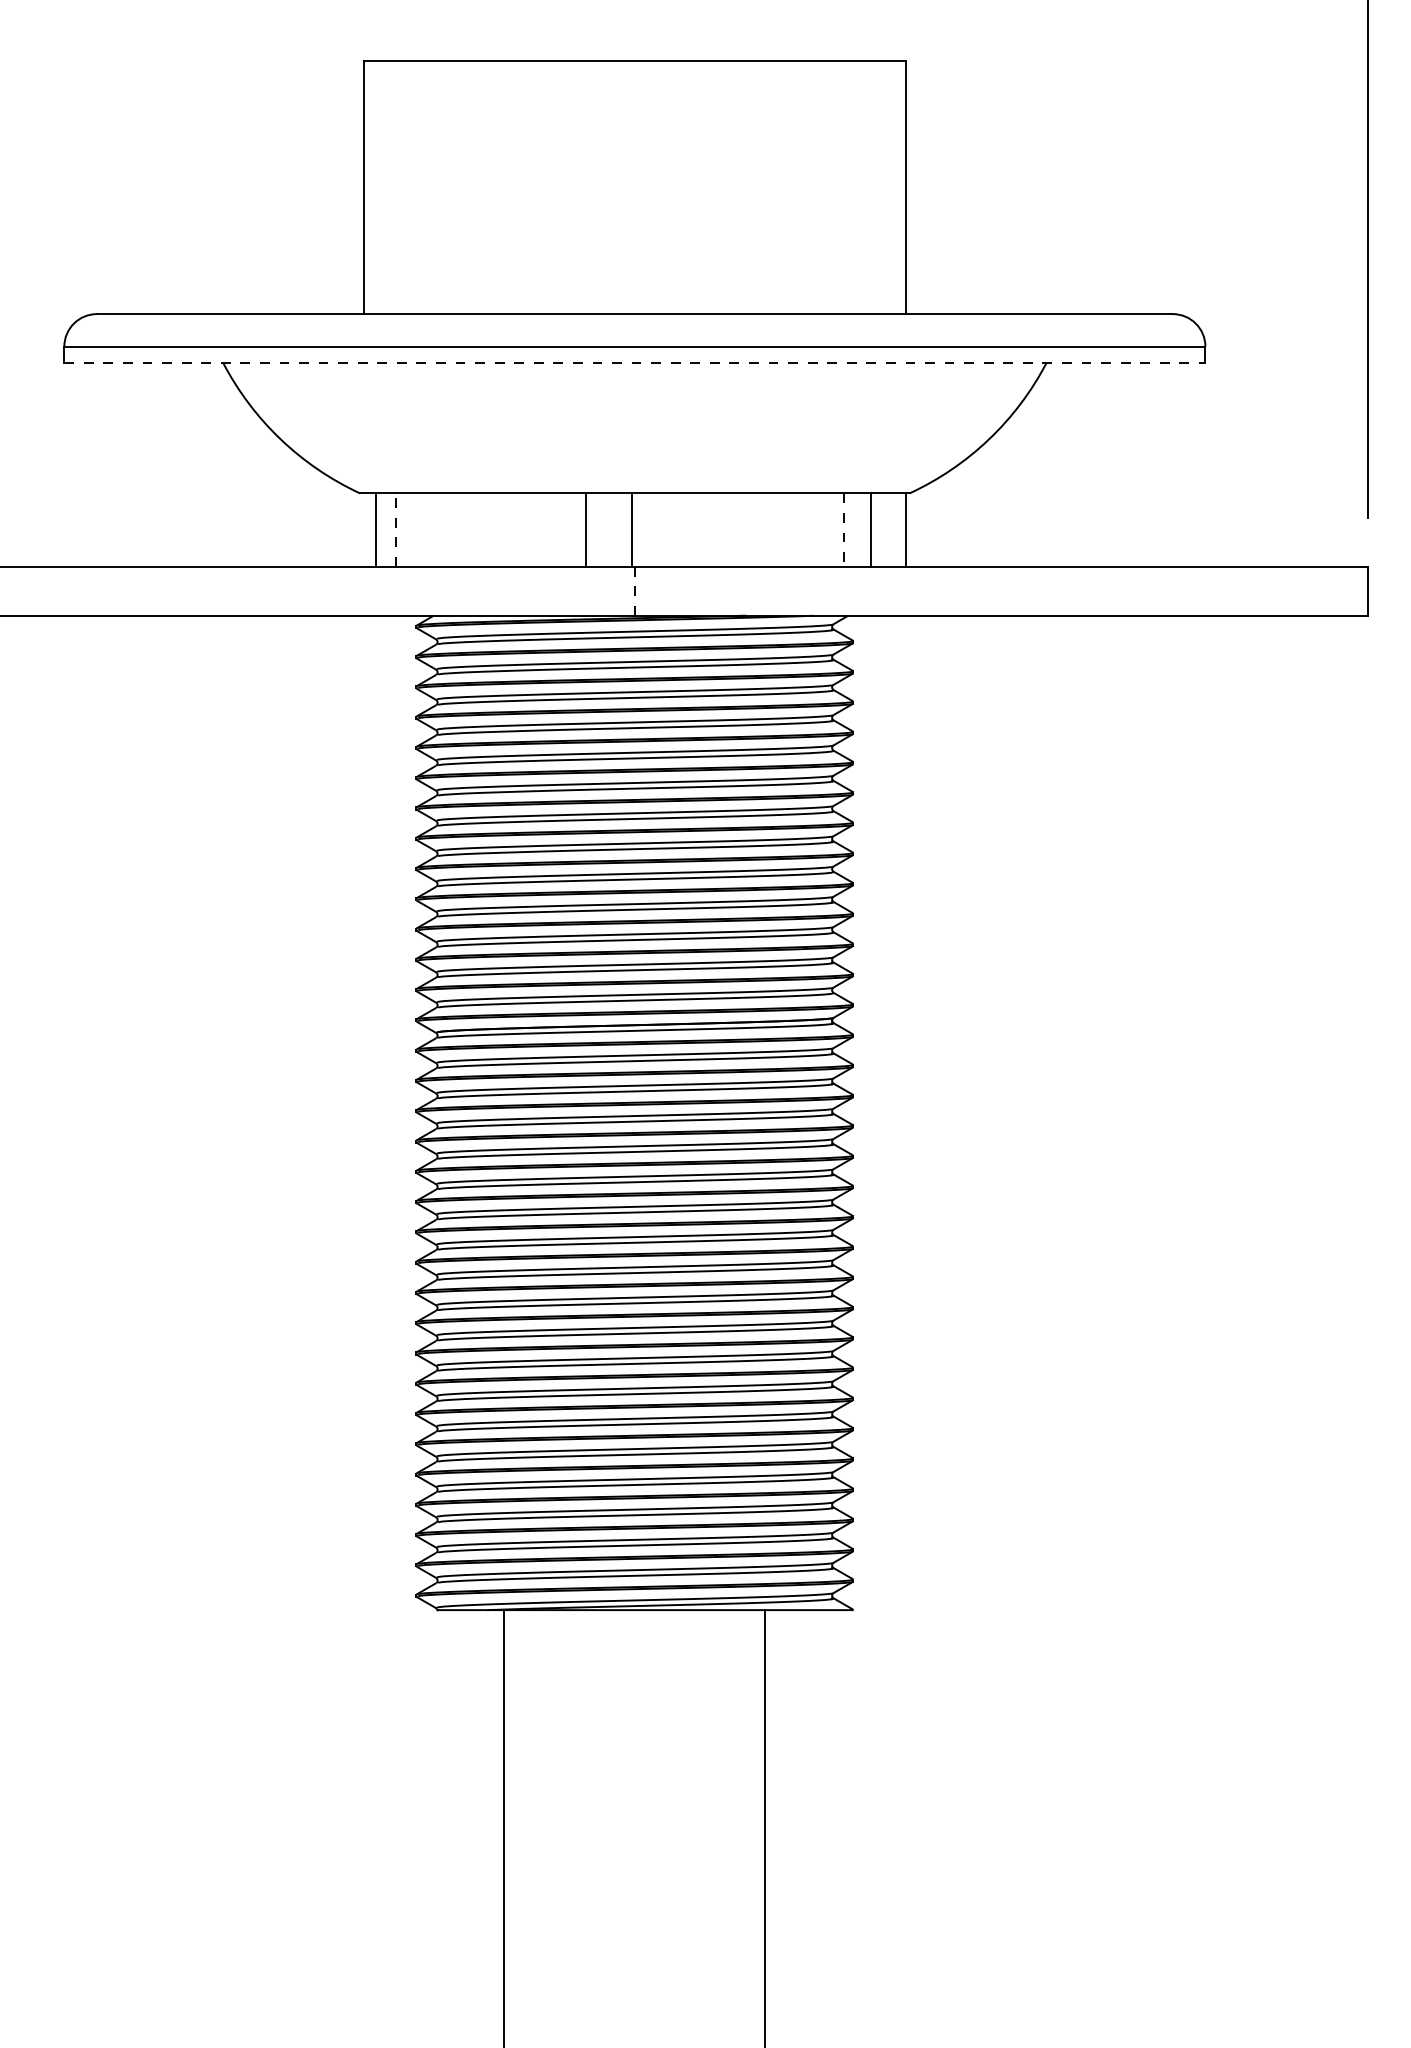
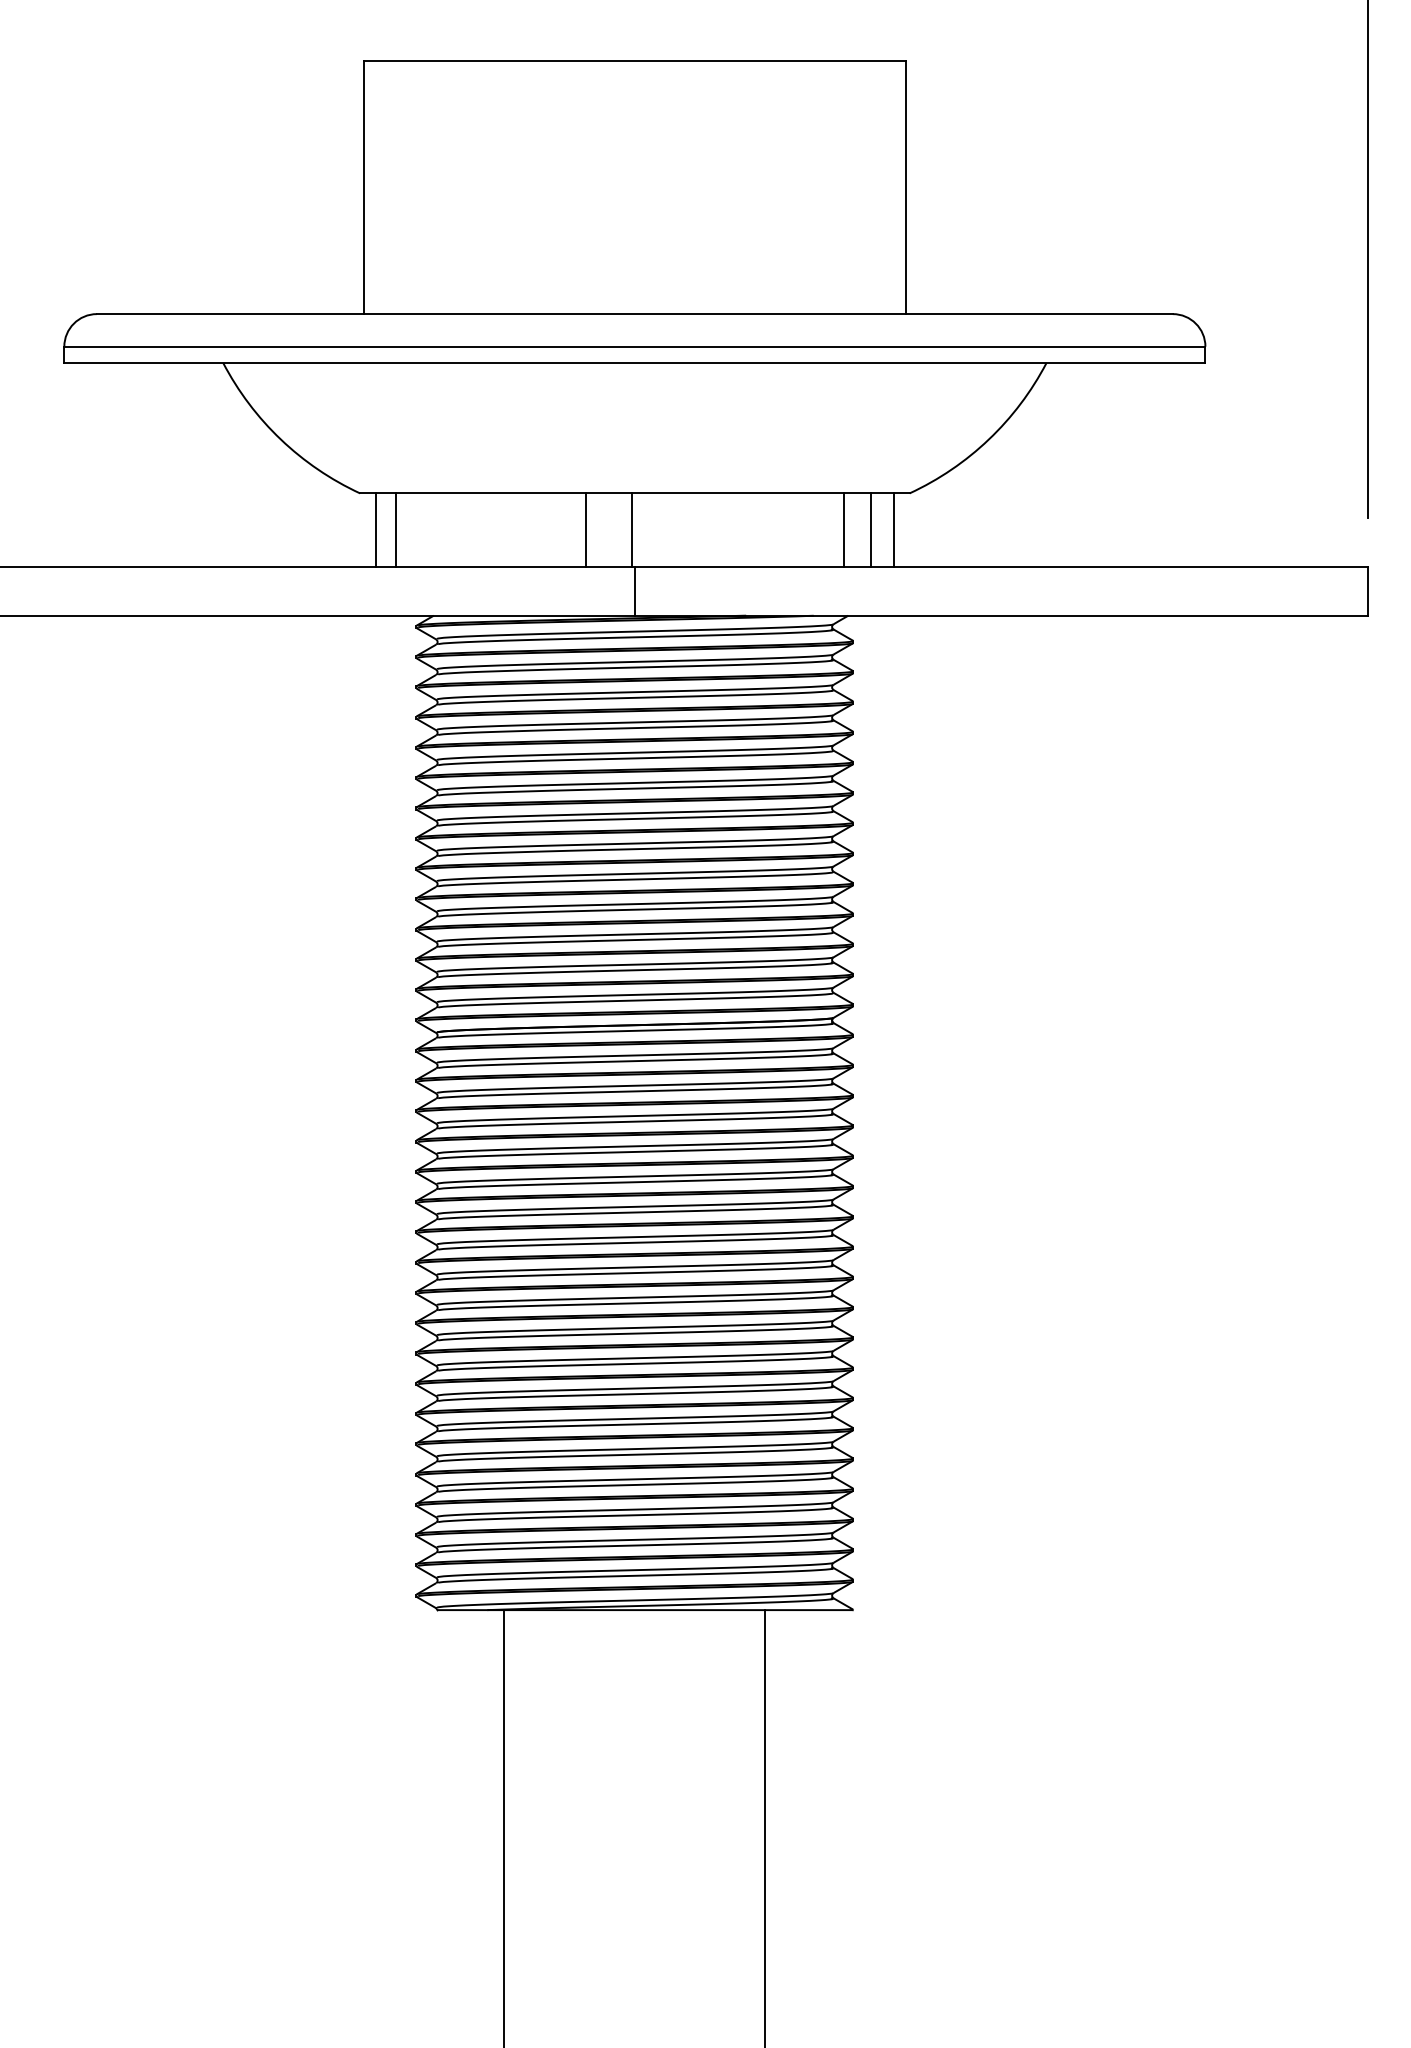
line at (634, 363): dashed -> solid
line at (905, 529) position: (905, 529) -> (893, 529)
line at (395, 530): dashed -> solid
line at (844, 530): dashed -> solid
line at (634, 591): dashed -> solid
